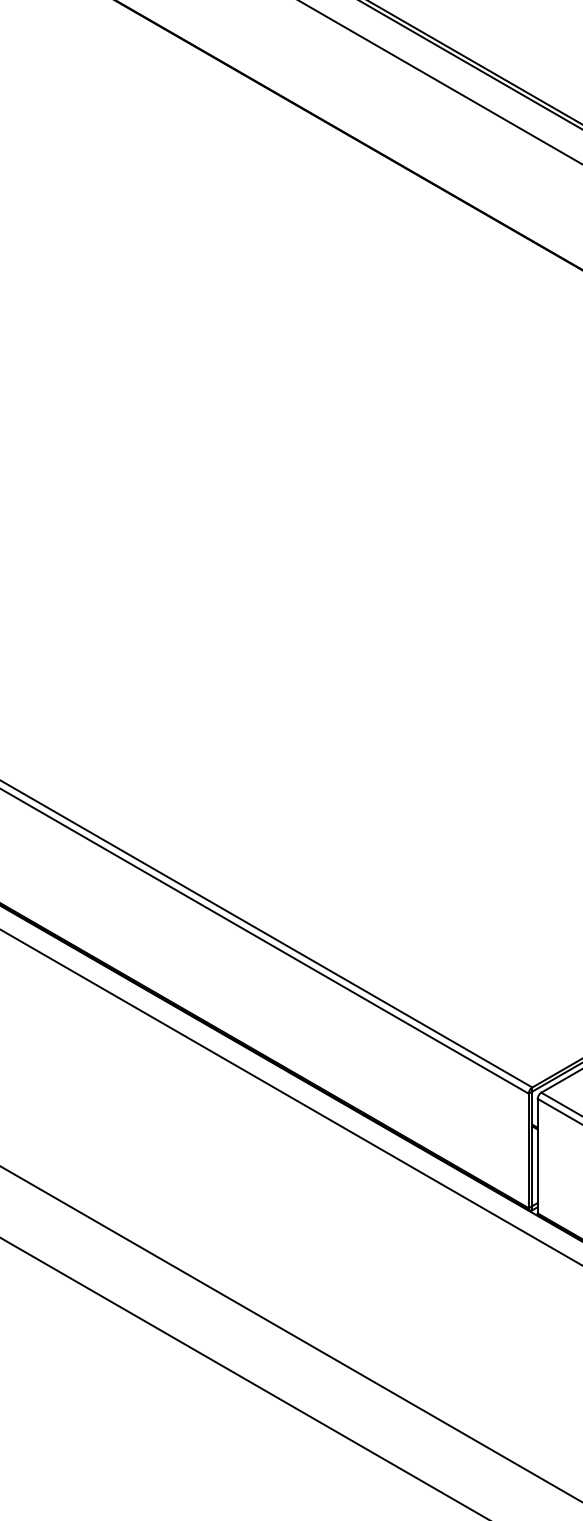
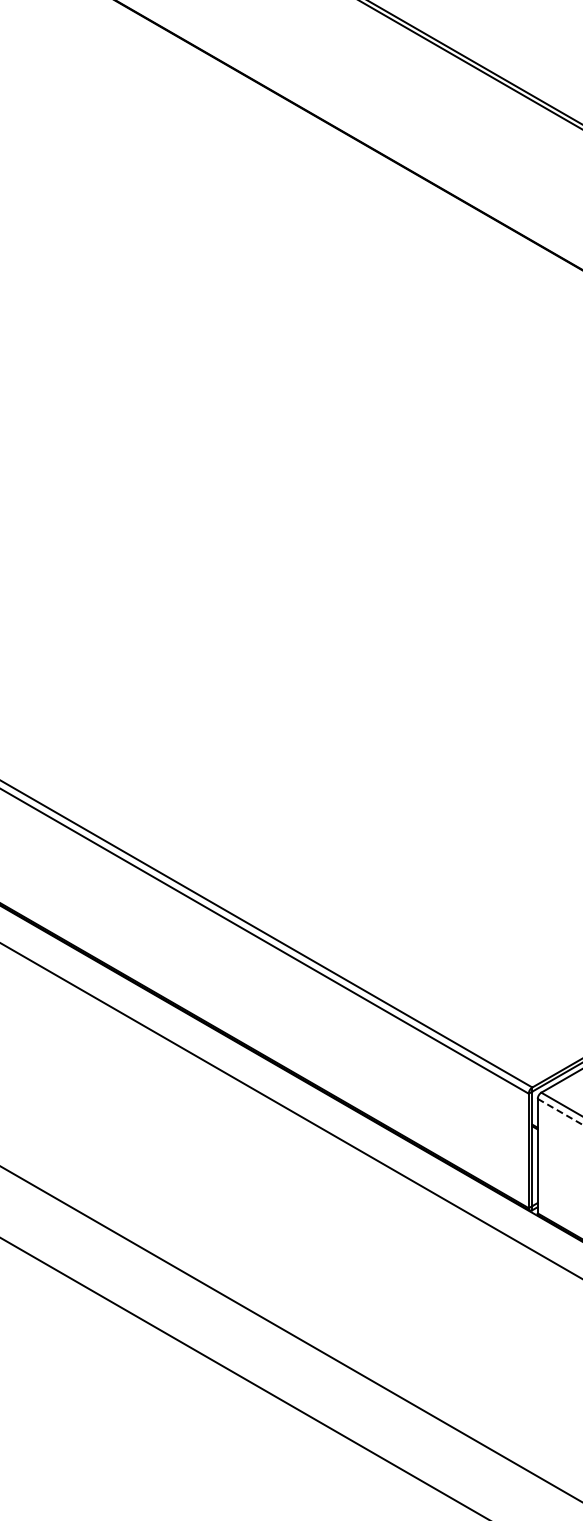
line at (440, 82): present -> none
line at (290, 1097) position: (290, 1097) -> (290, 1110)
line at (560, 1111): solid -> dashed
